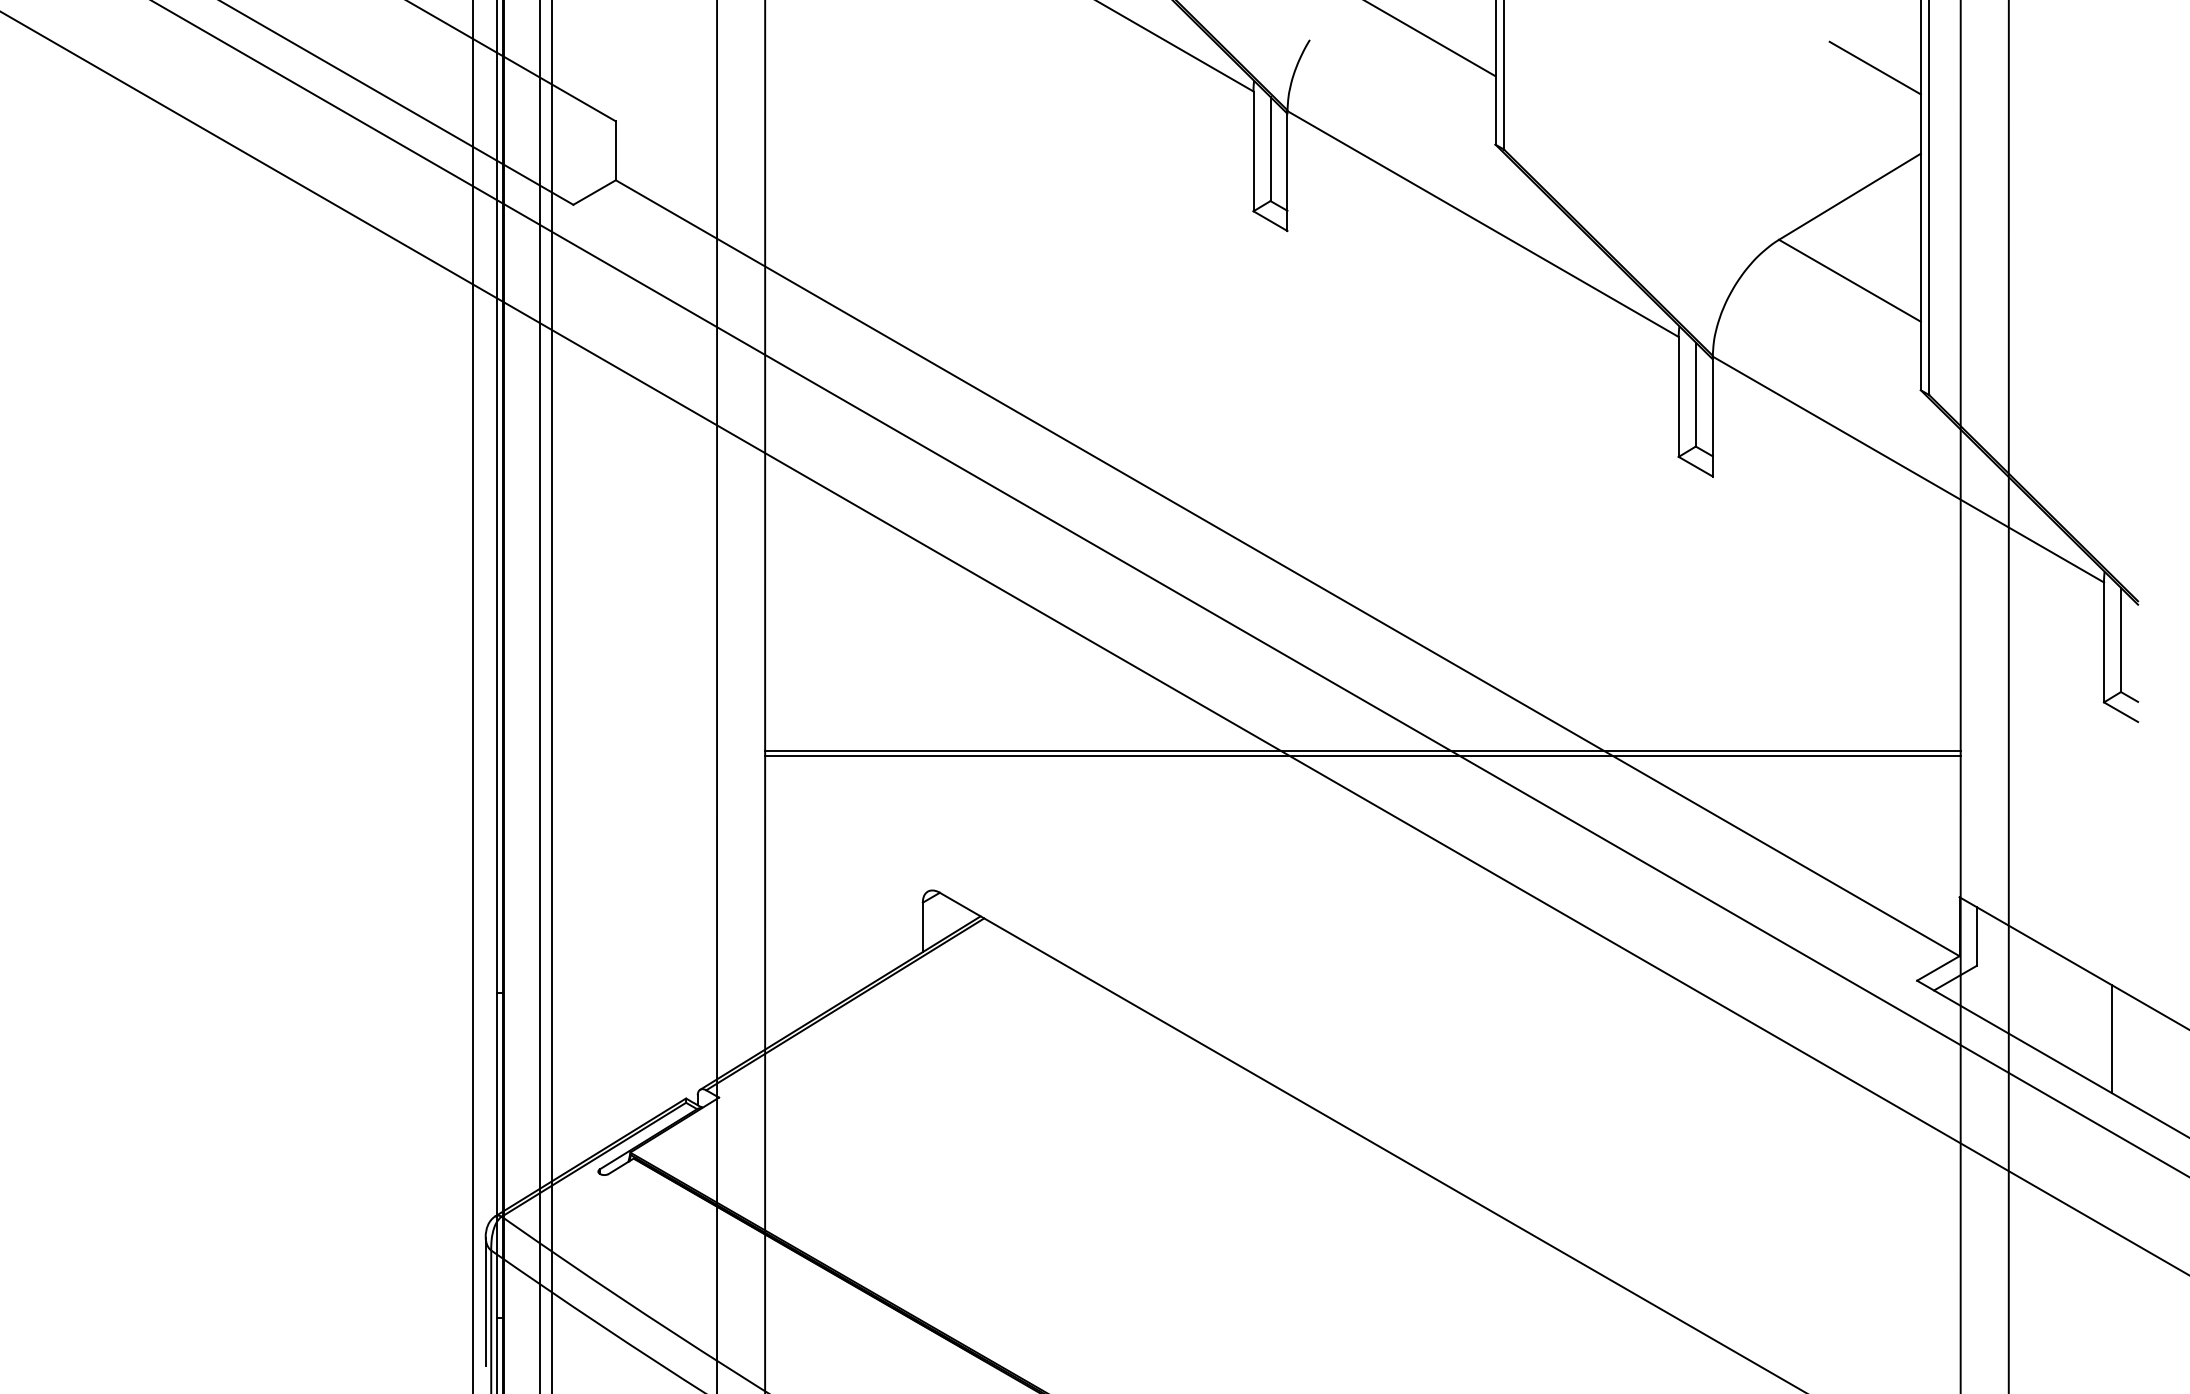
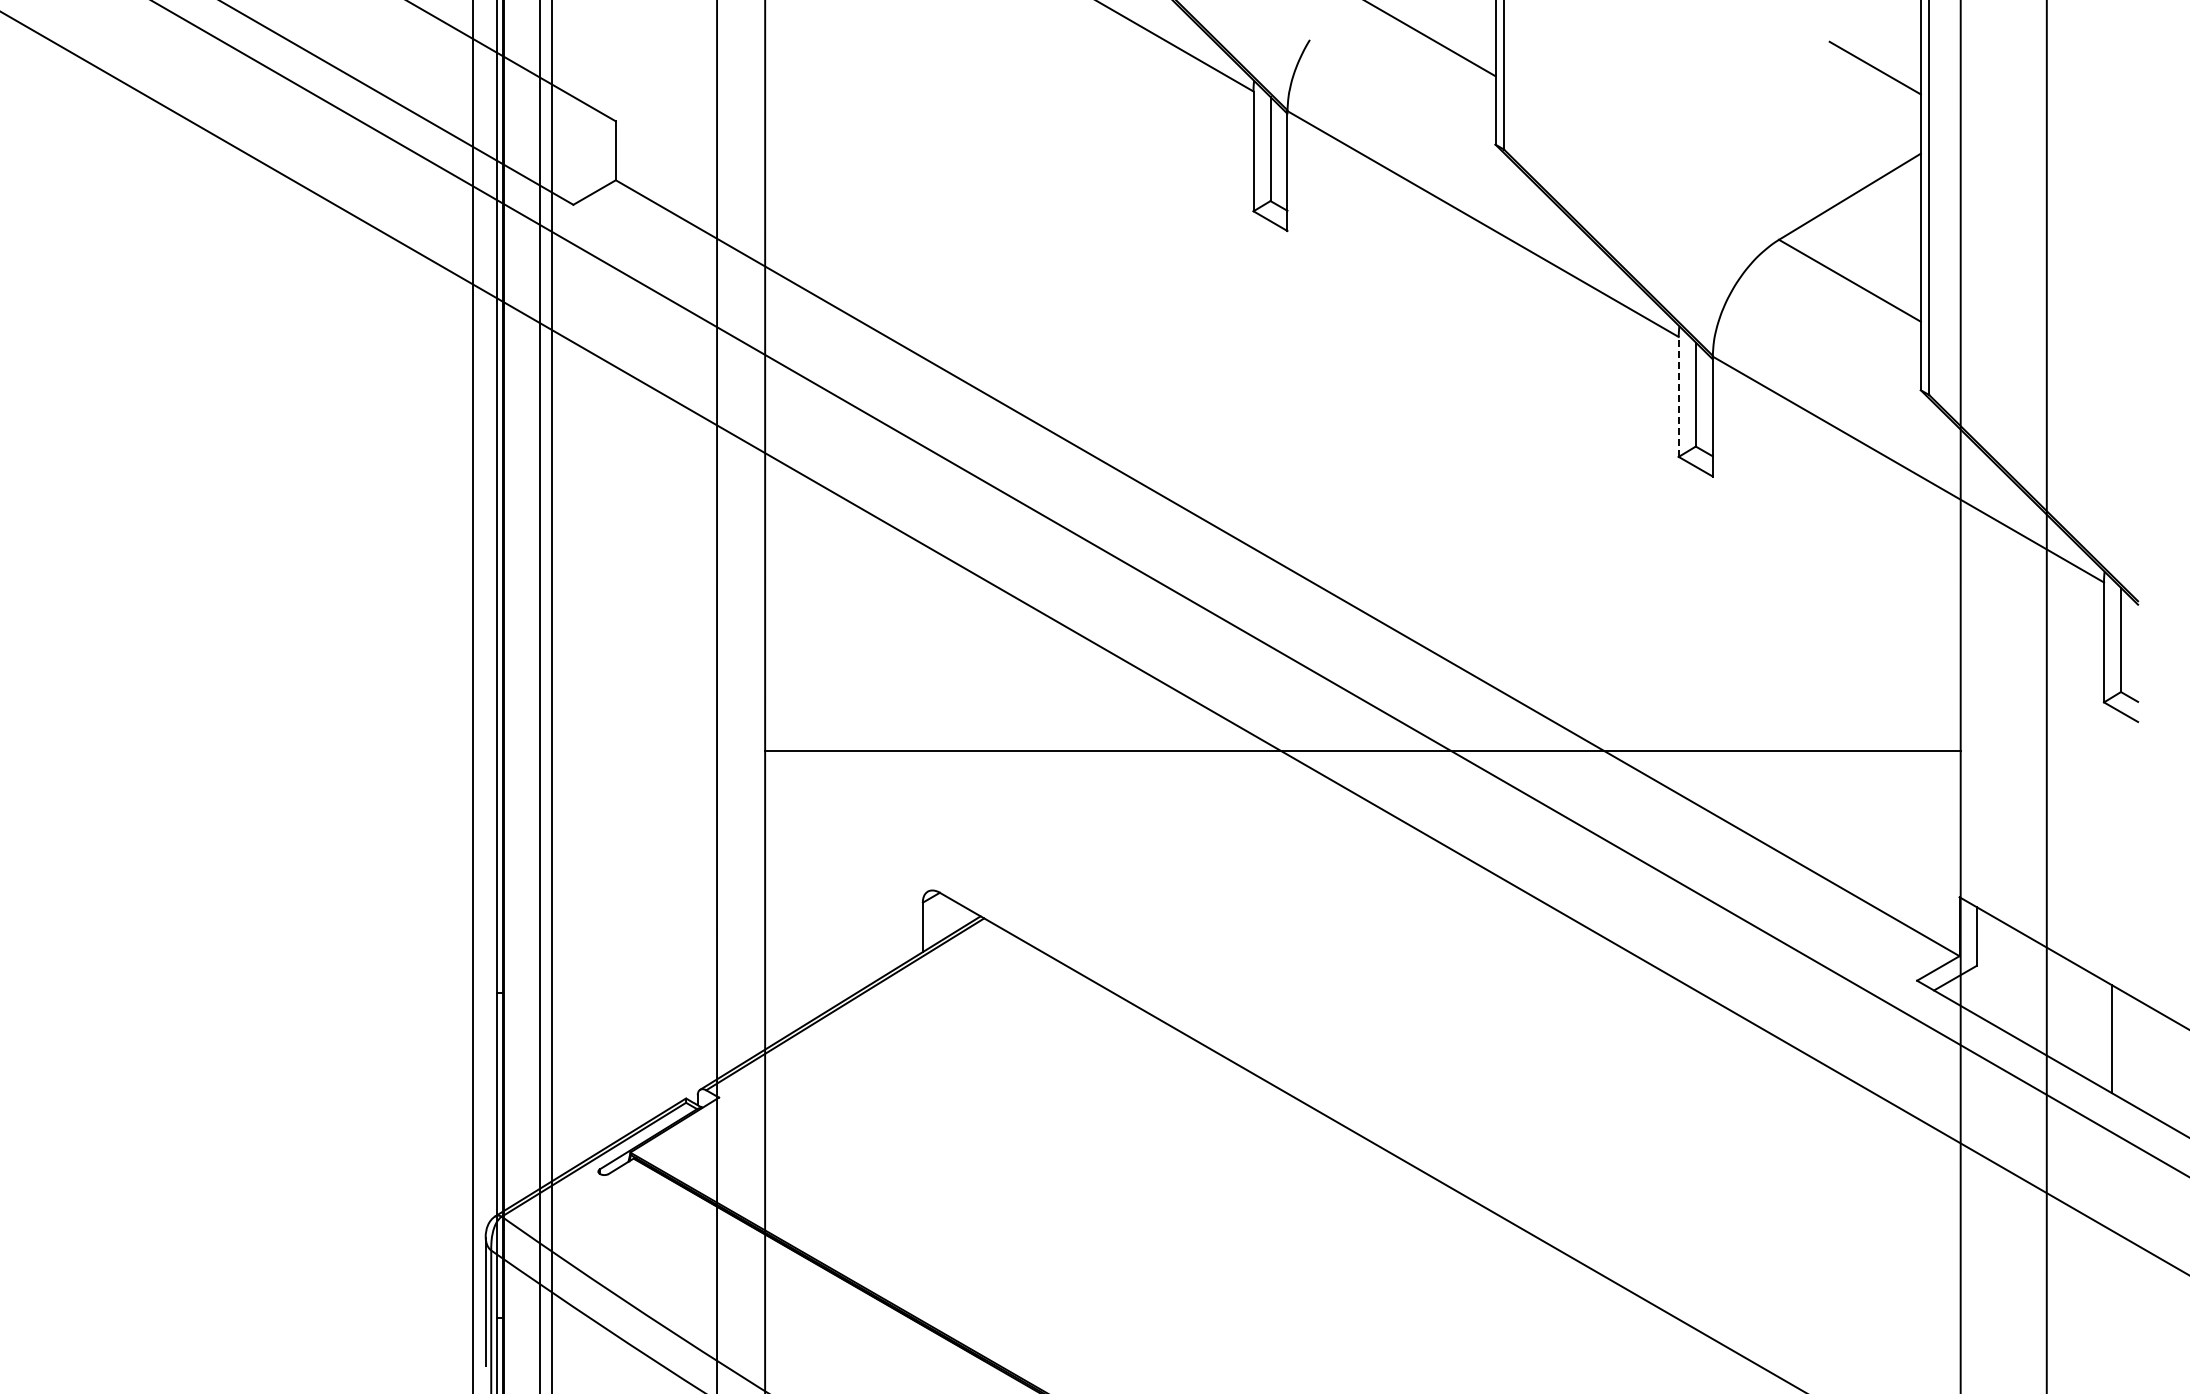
line at (1678, 396): solid -> dashed
line at (2008, 696) position: (2008, 696) -> (2046, 696)
line at (1362, 755): present -> none
